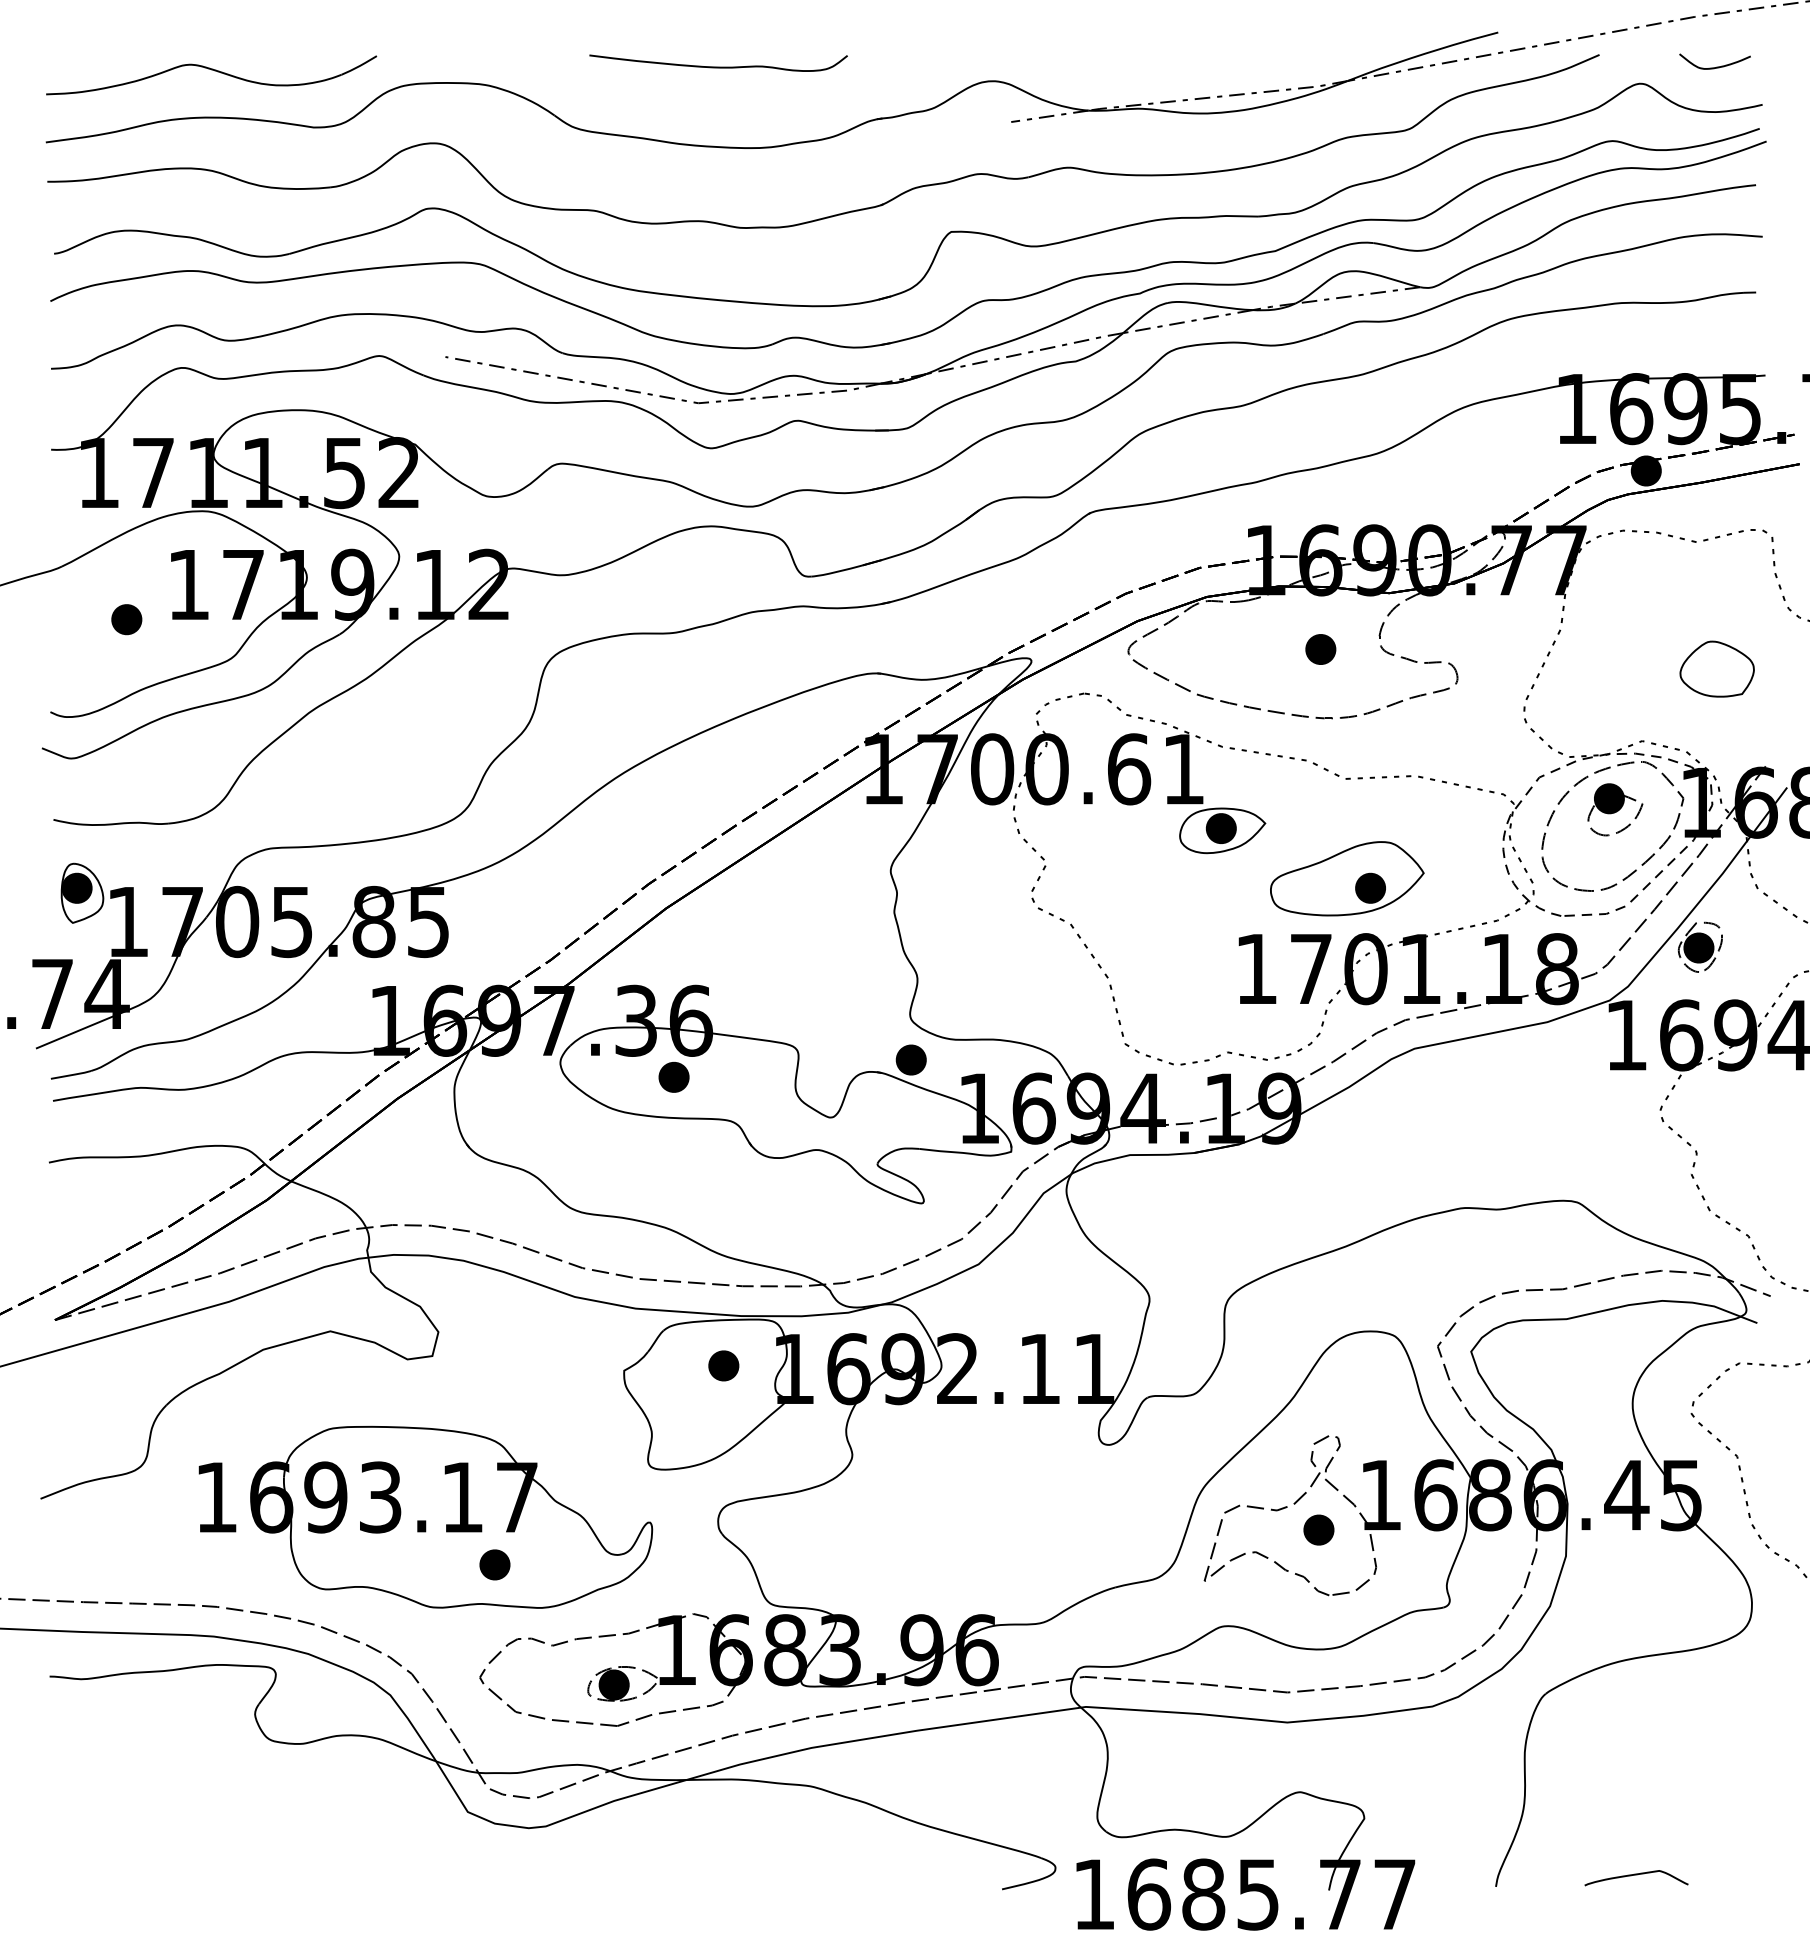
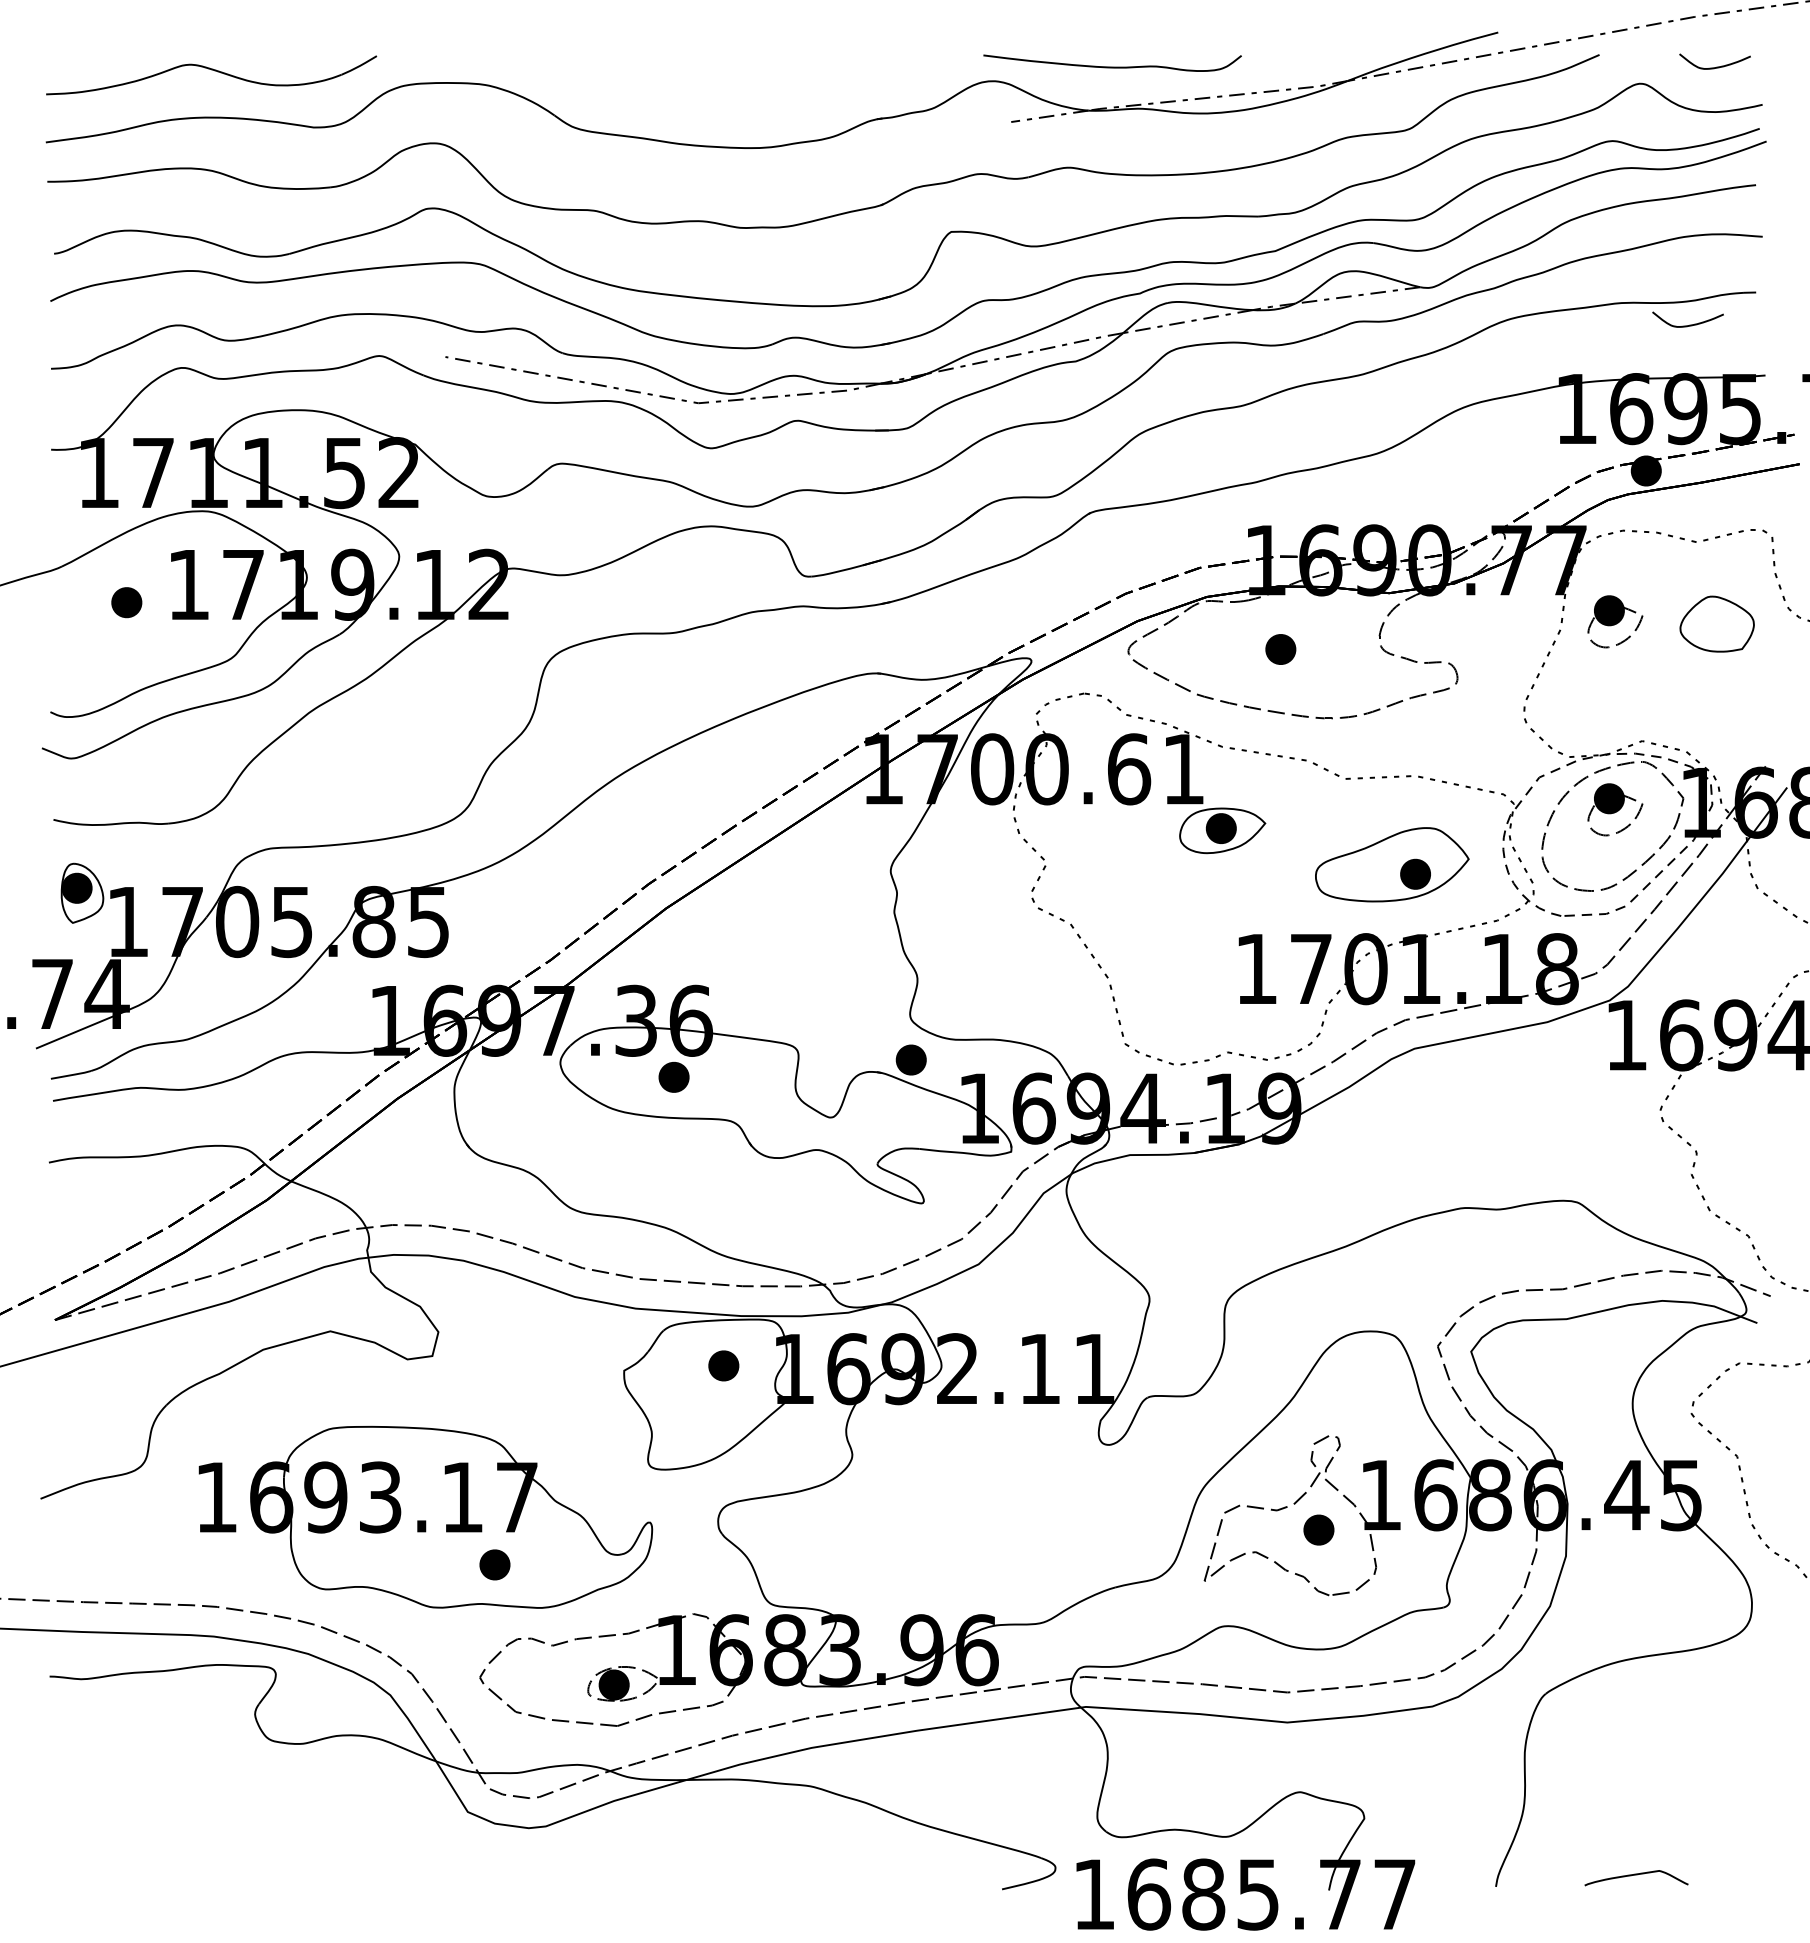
curve at (718, 66) position: (718, 66) -> (1112, 66)
curve at (1689, 324): none -> present
part at (126, 619) position: (126, 619) -> (126, 602)
part at (1615, 621): none -> present
part at (1320, 649) position: (1320, 649) -> (1280, 649)
part at (1716, 668) position: (1716, 668) -> (1716, 623)
part at (1347, 878) position: (1347, 878) -> (1392, 864)
part at (1699, 946): present -> none
